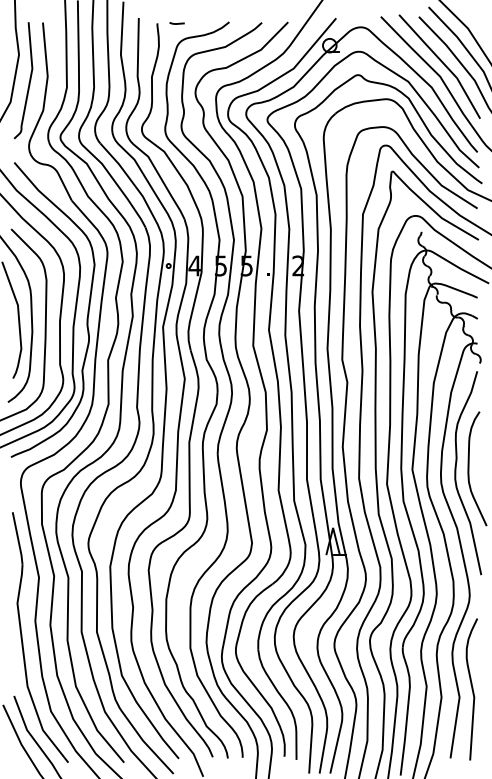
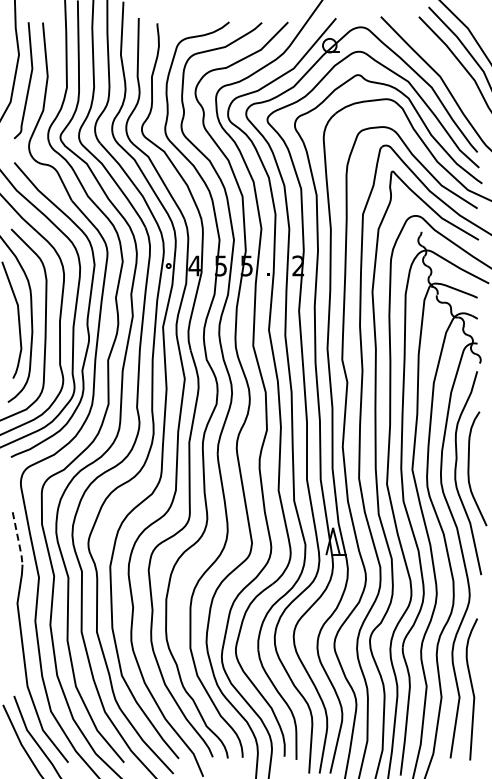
line at (176, 23): present -> none
line at (442, 63): present -> none
line at (18, 539): solid -> dashed
